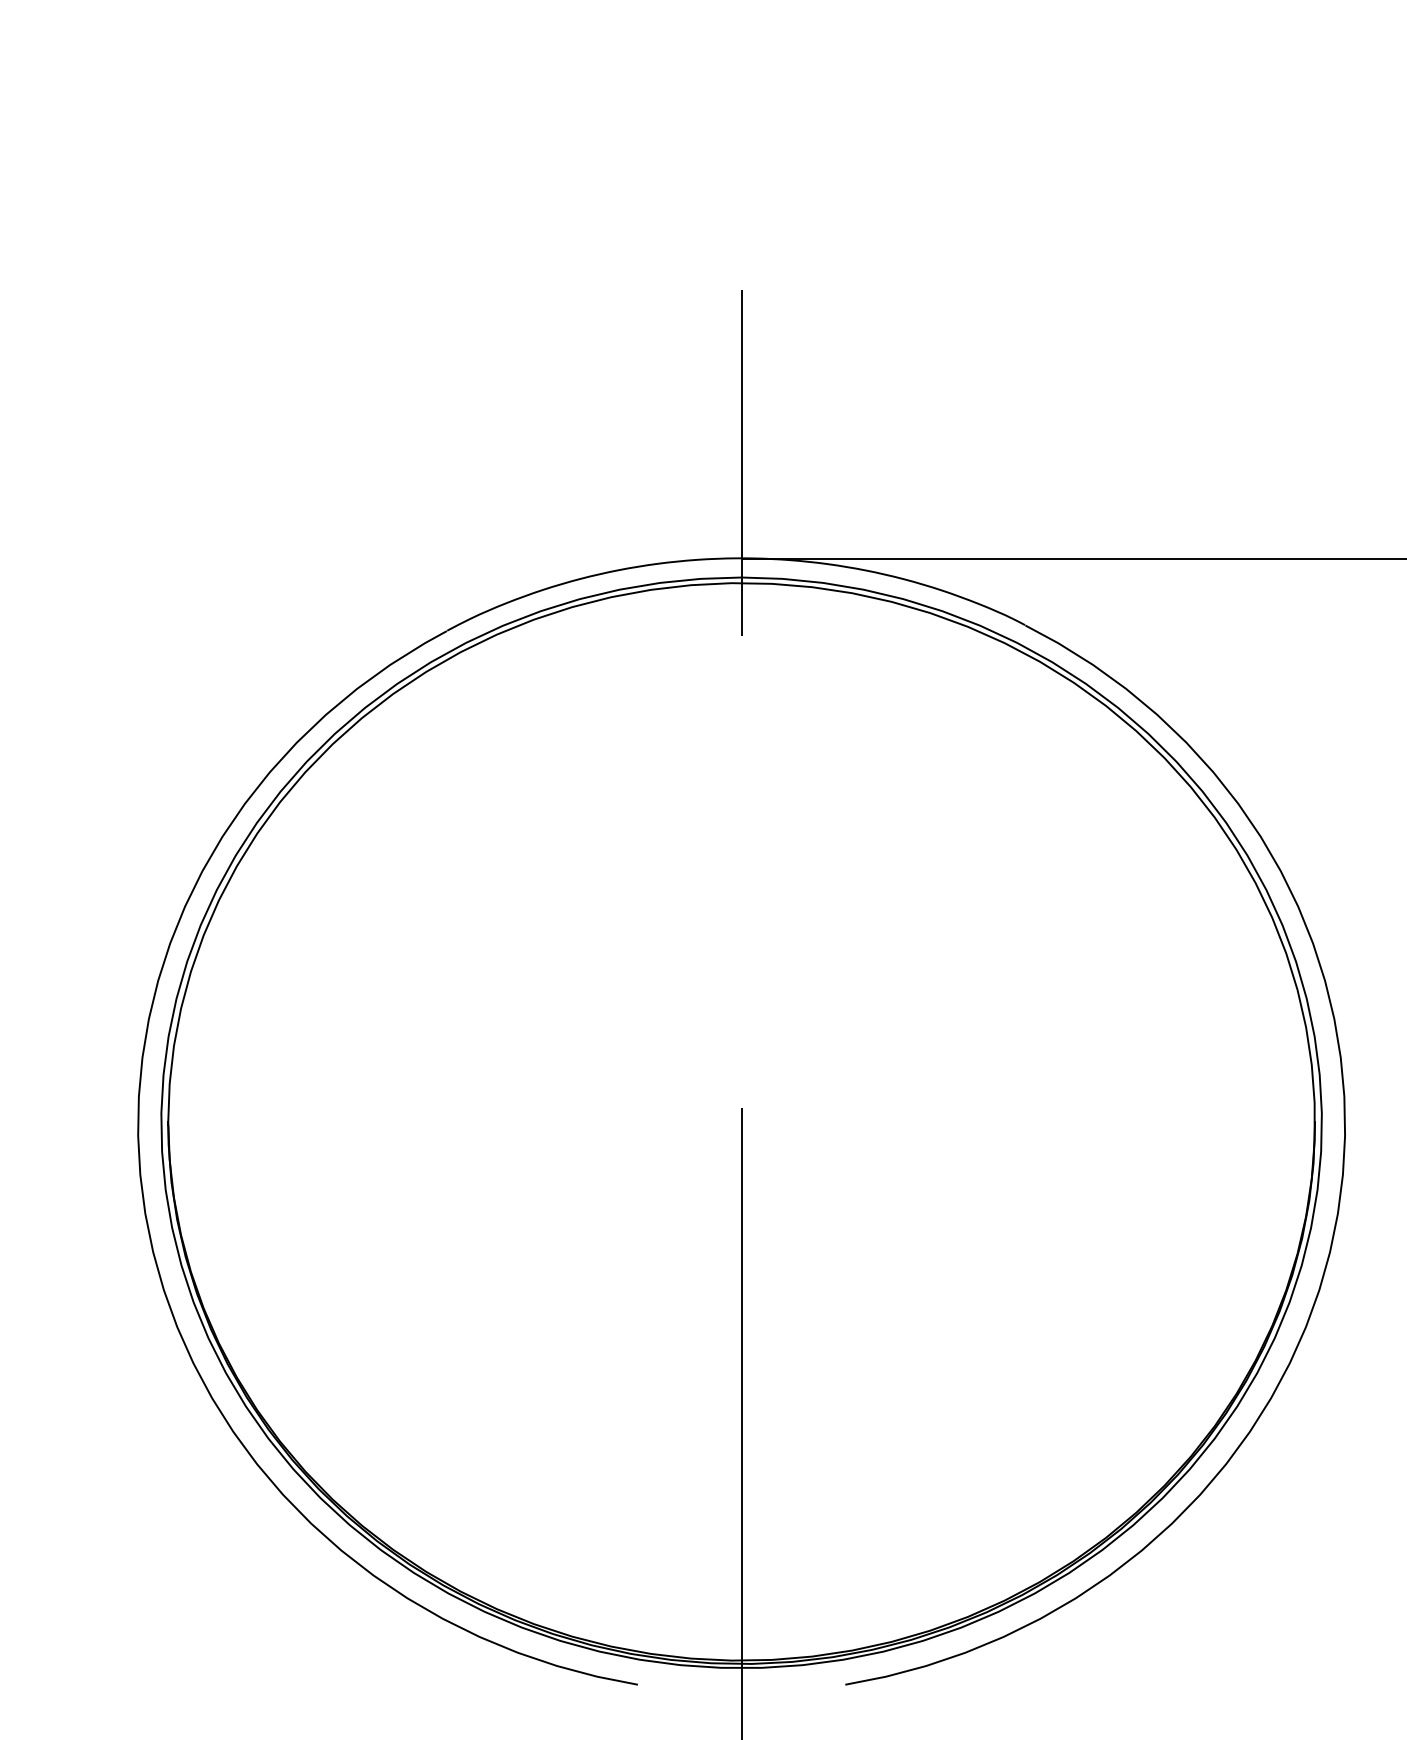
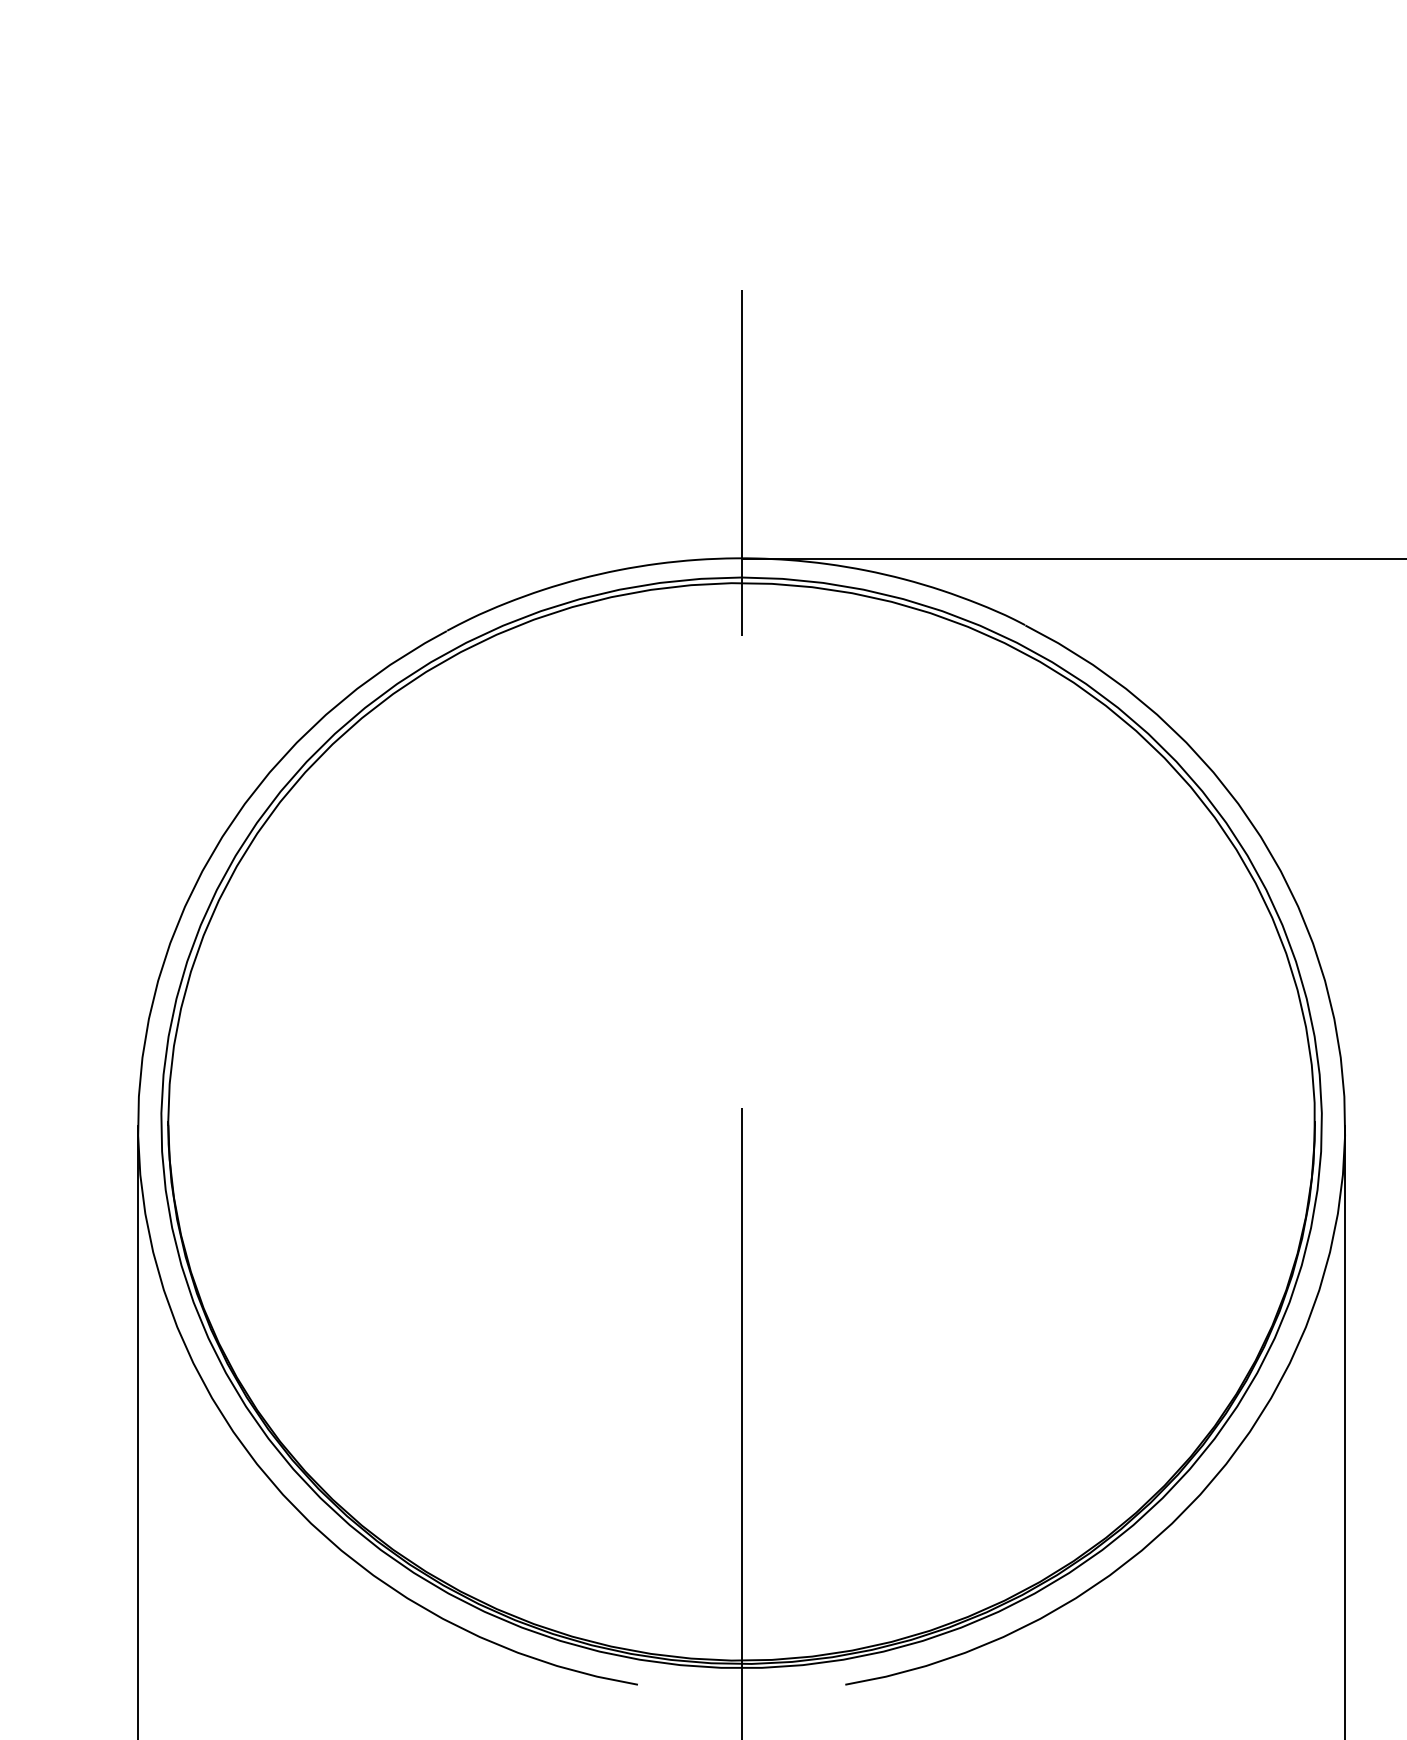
line at (138, 1431): none -> present
line at (1345, 1431): none -> present
